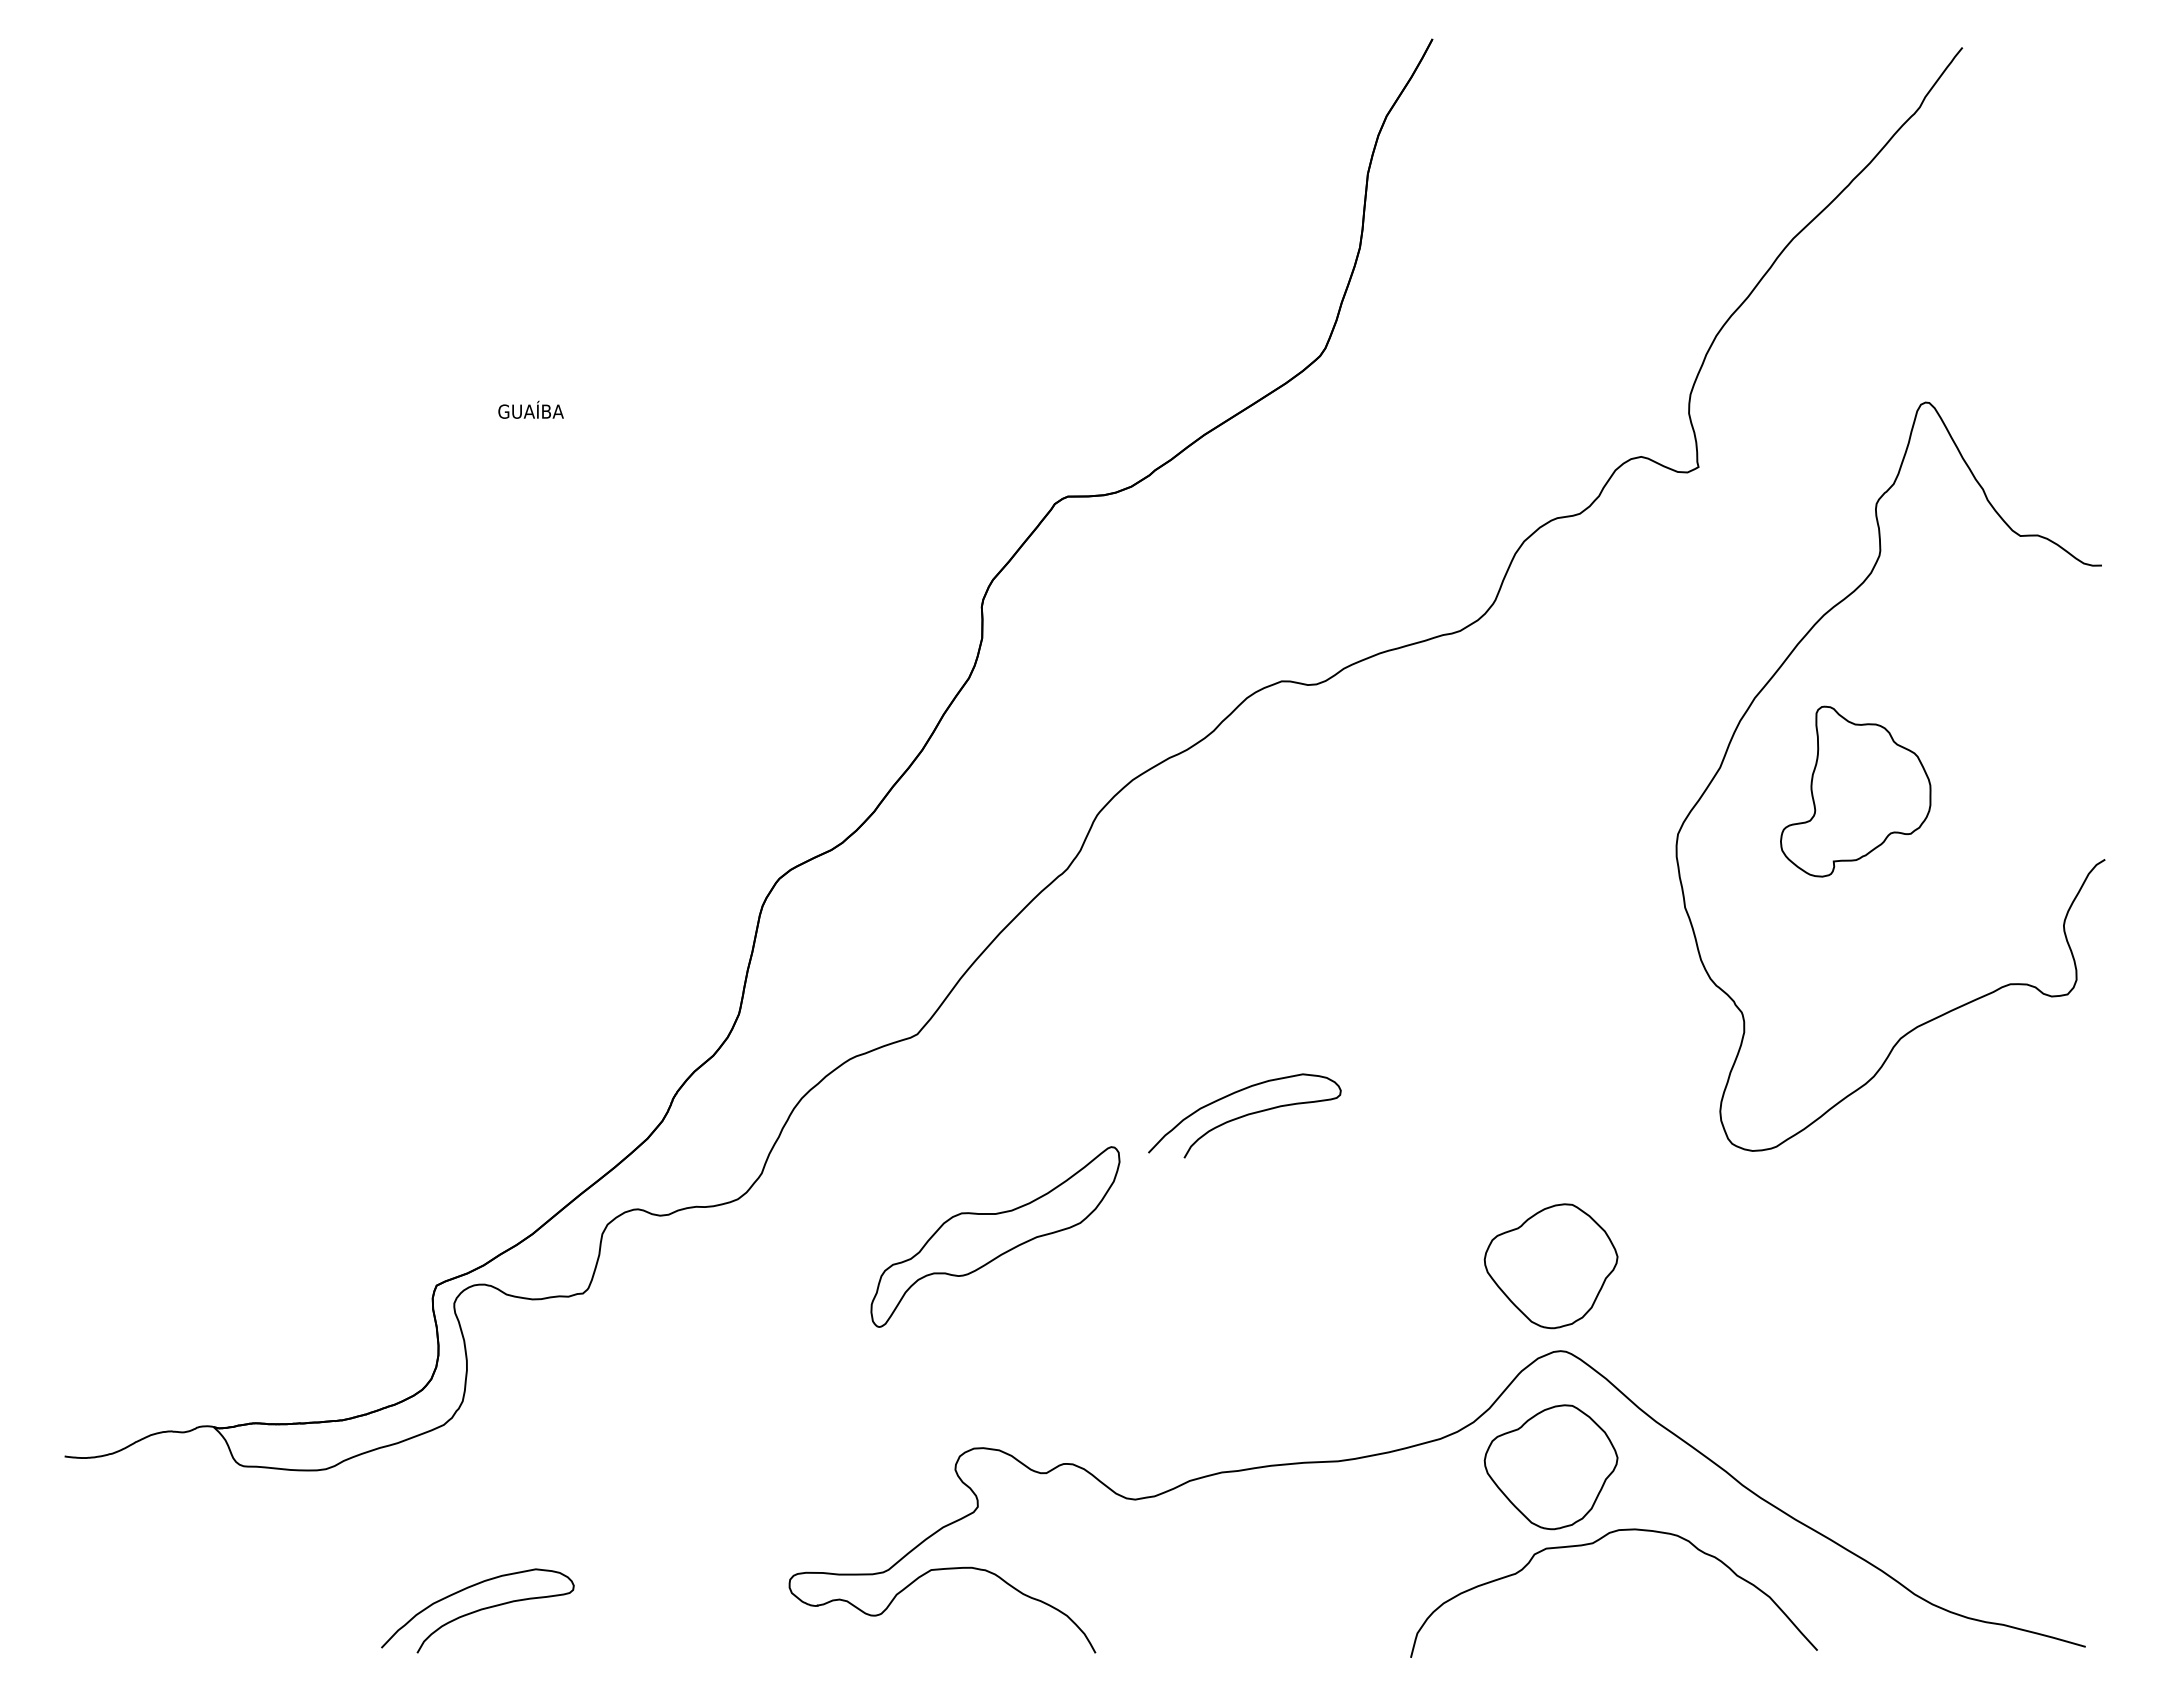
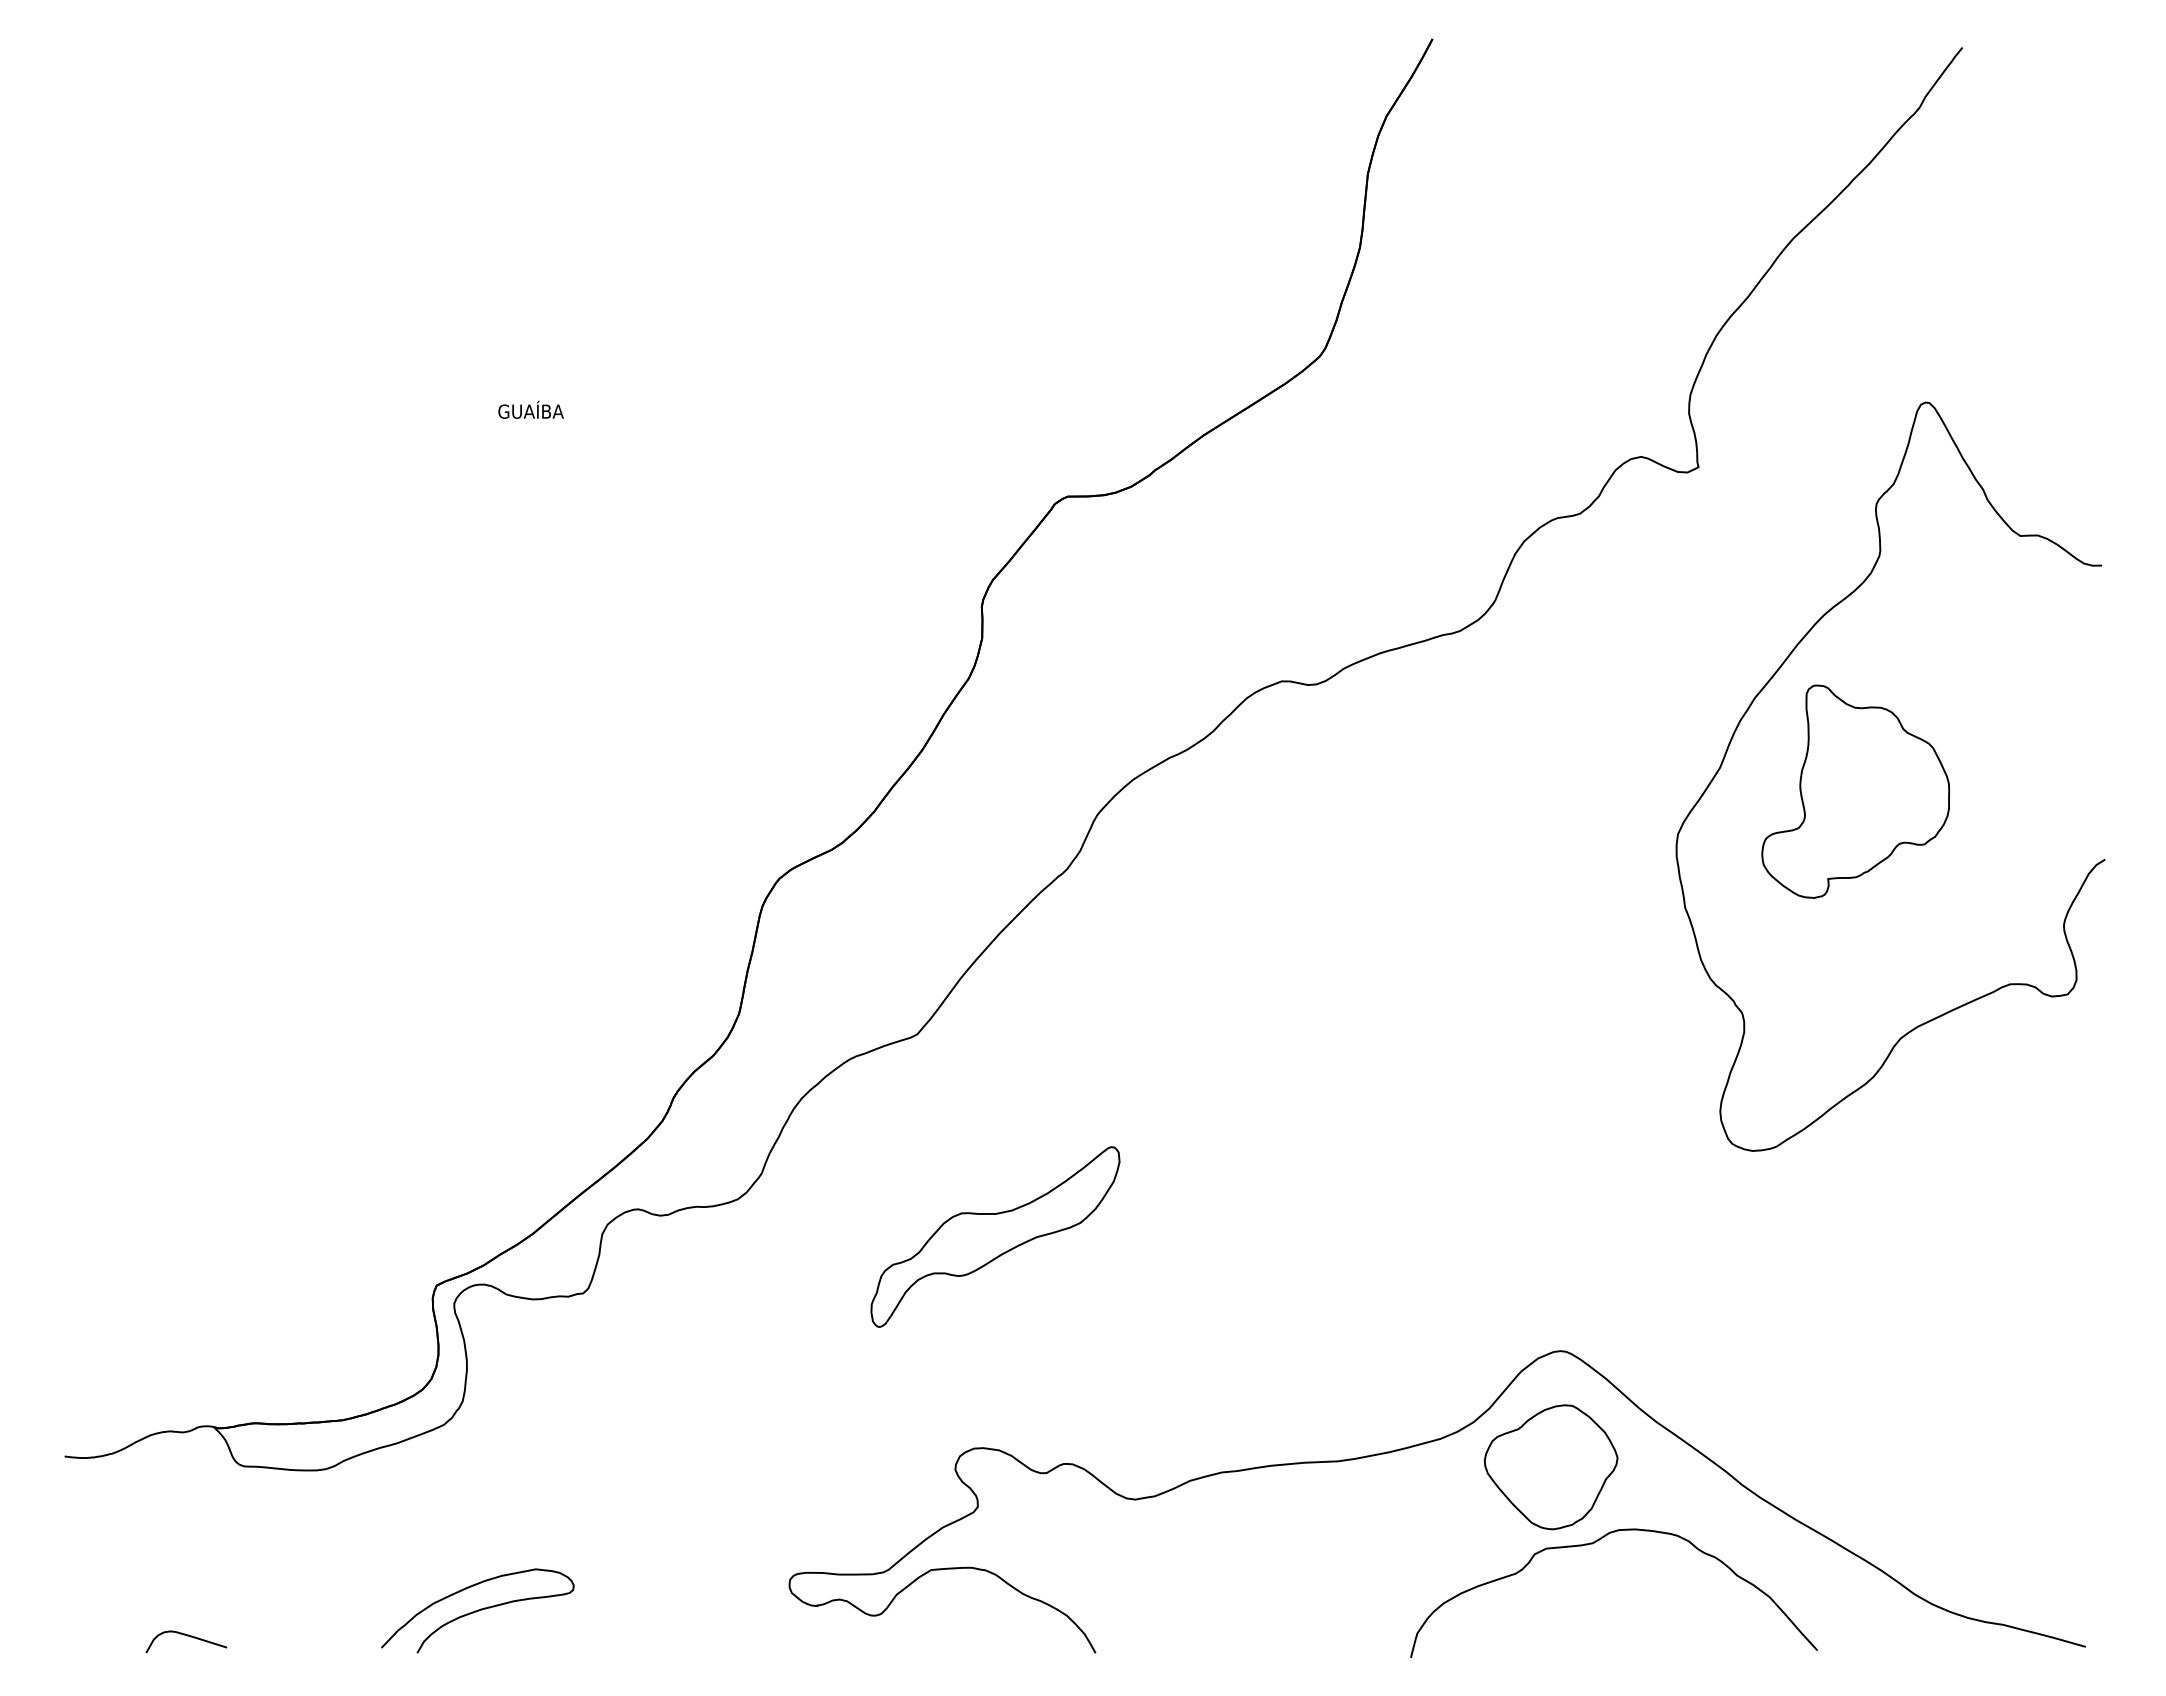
part at (1855, 791) size: 152x173 px -> 190x215 px
curve at (1244, 1115): present -> none
part at (1550, 1266): present -> none
curve at (187, 1636): none -> present
